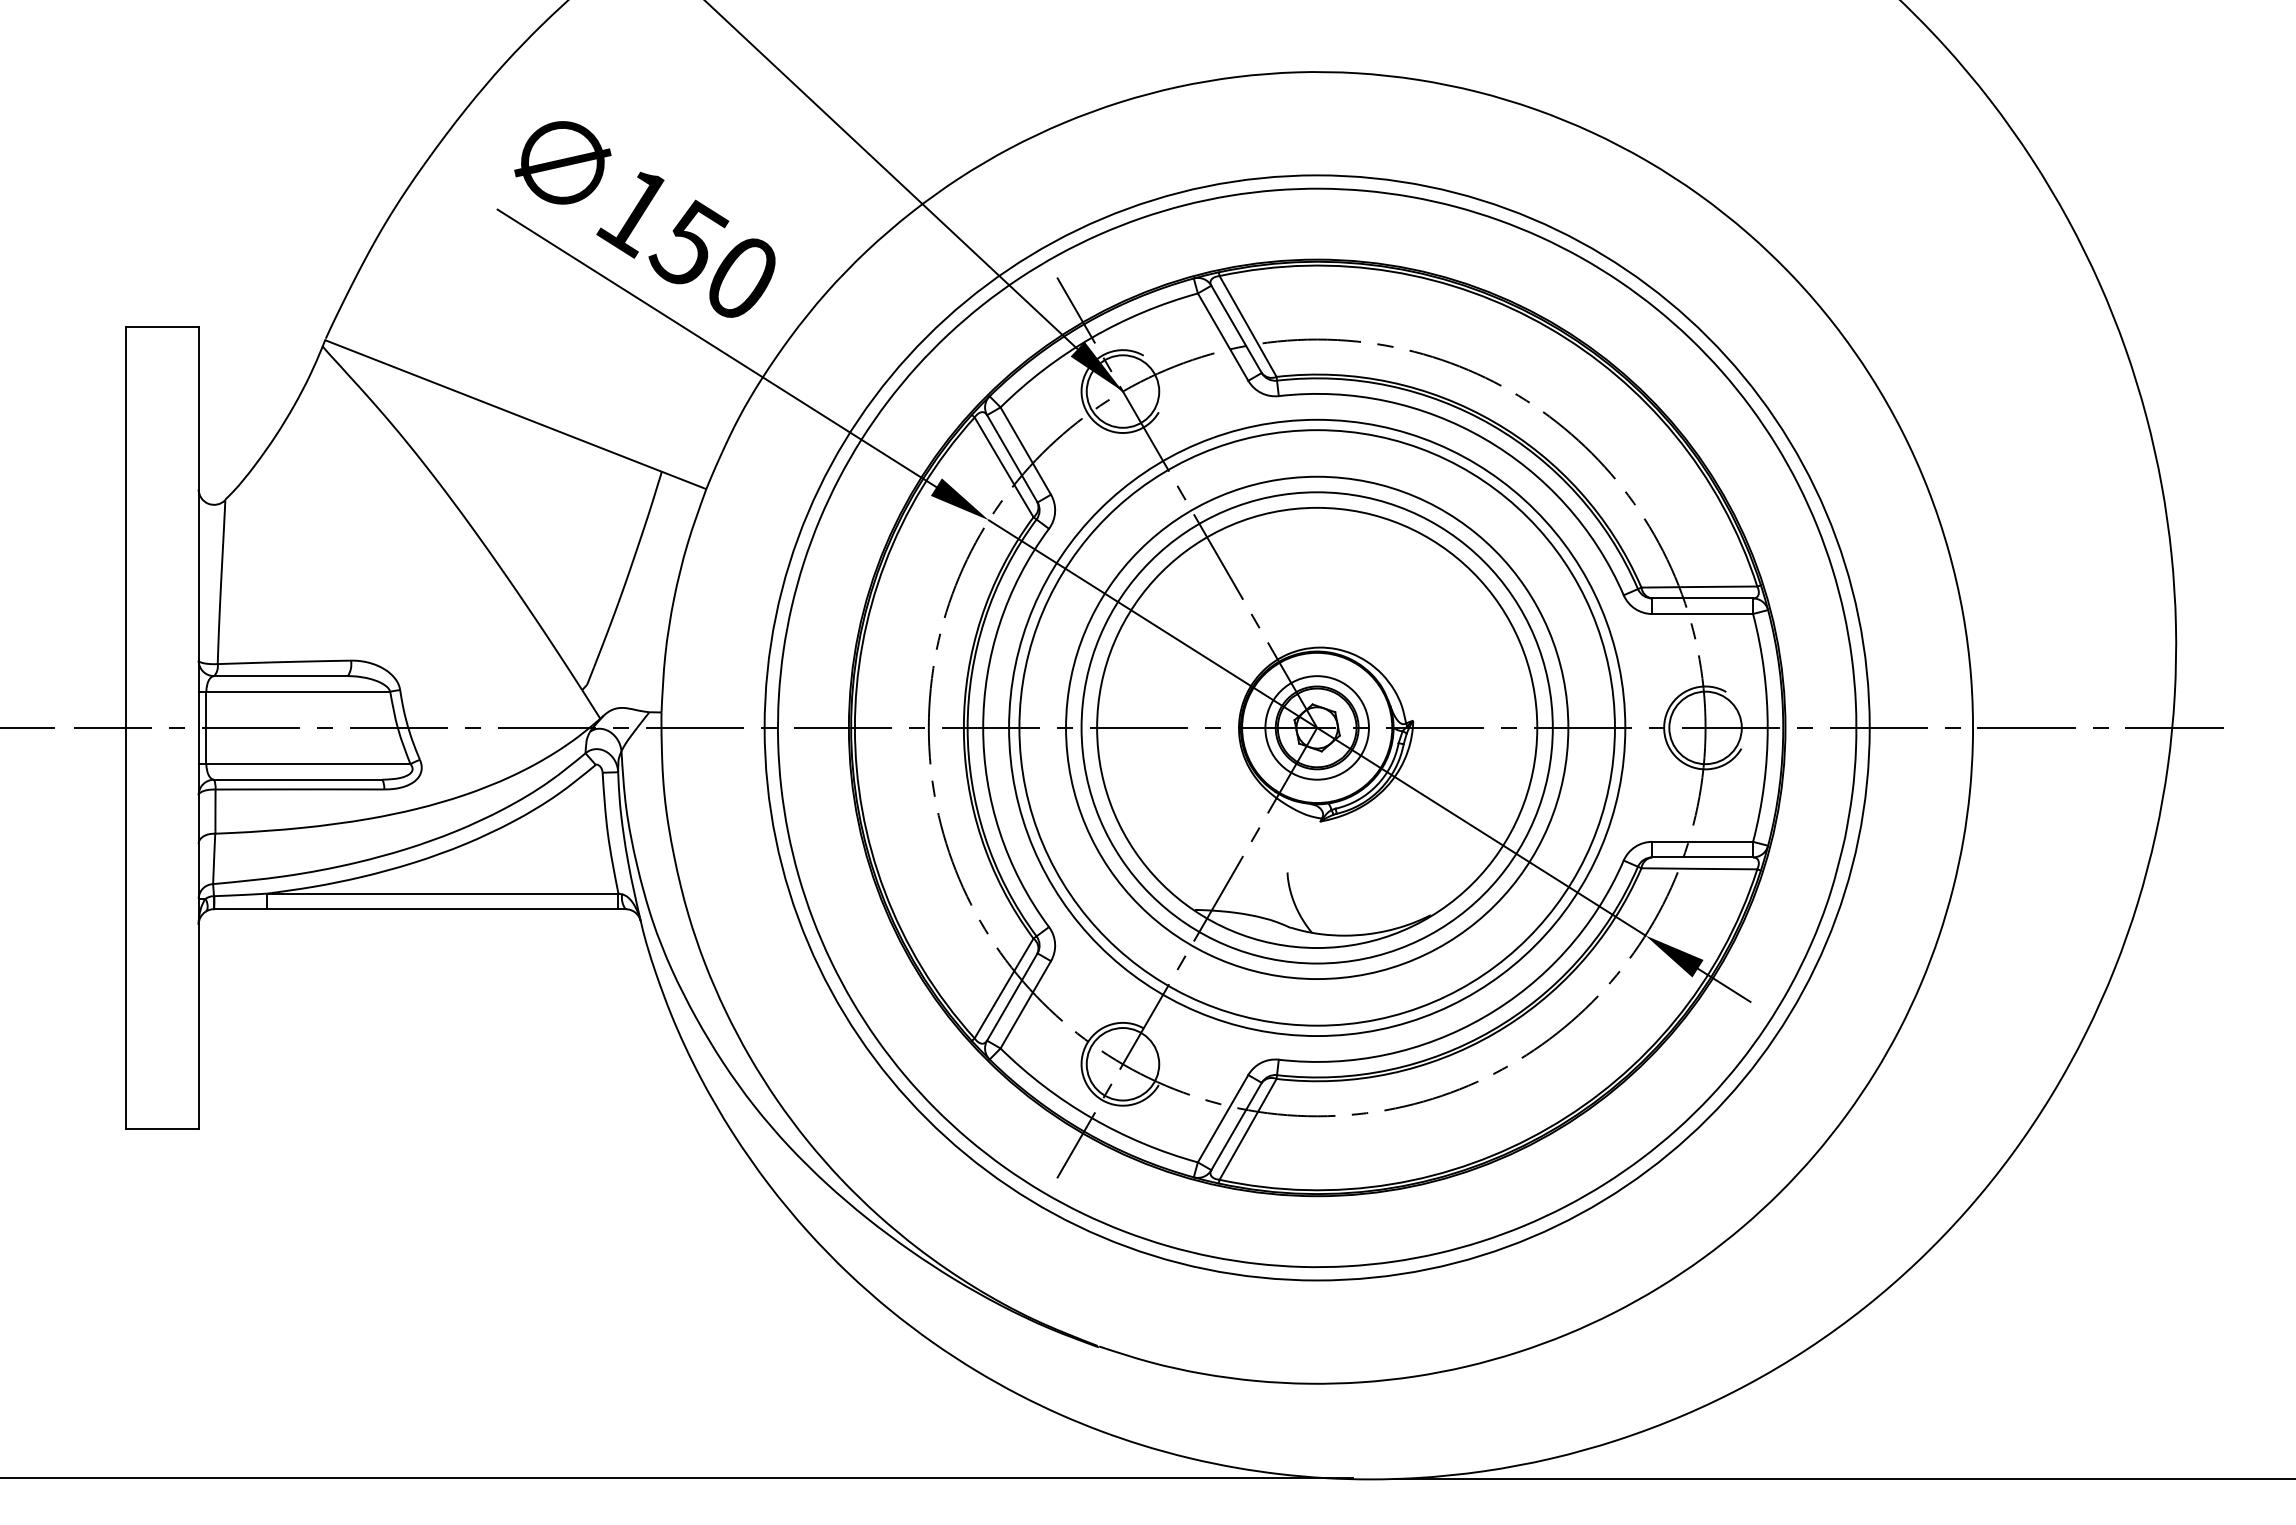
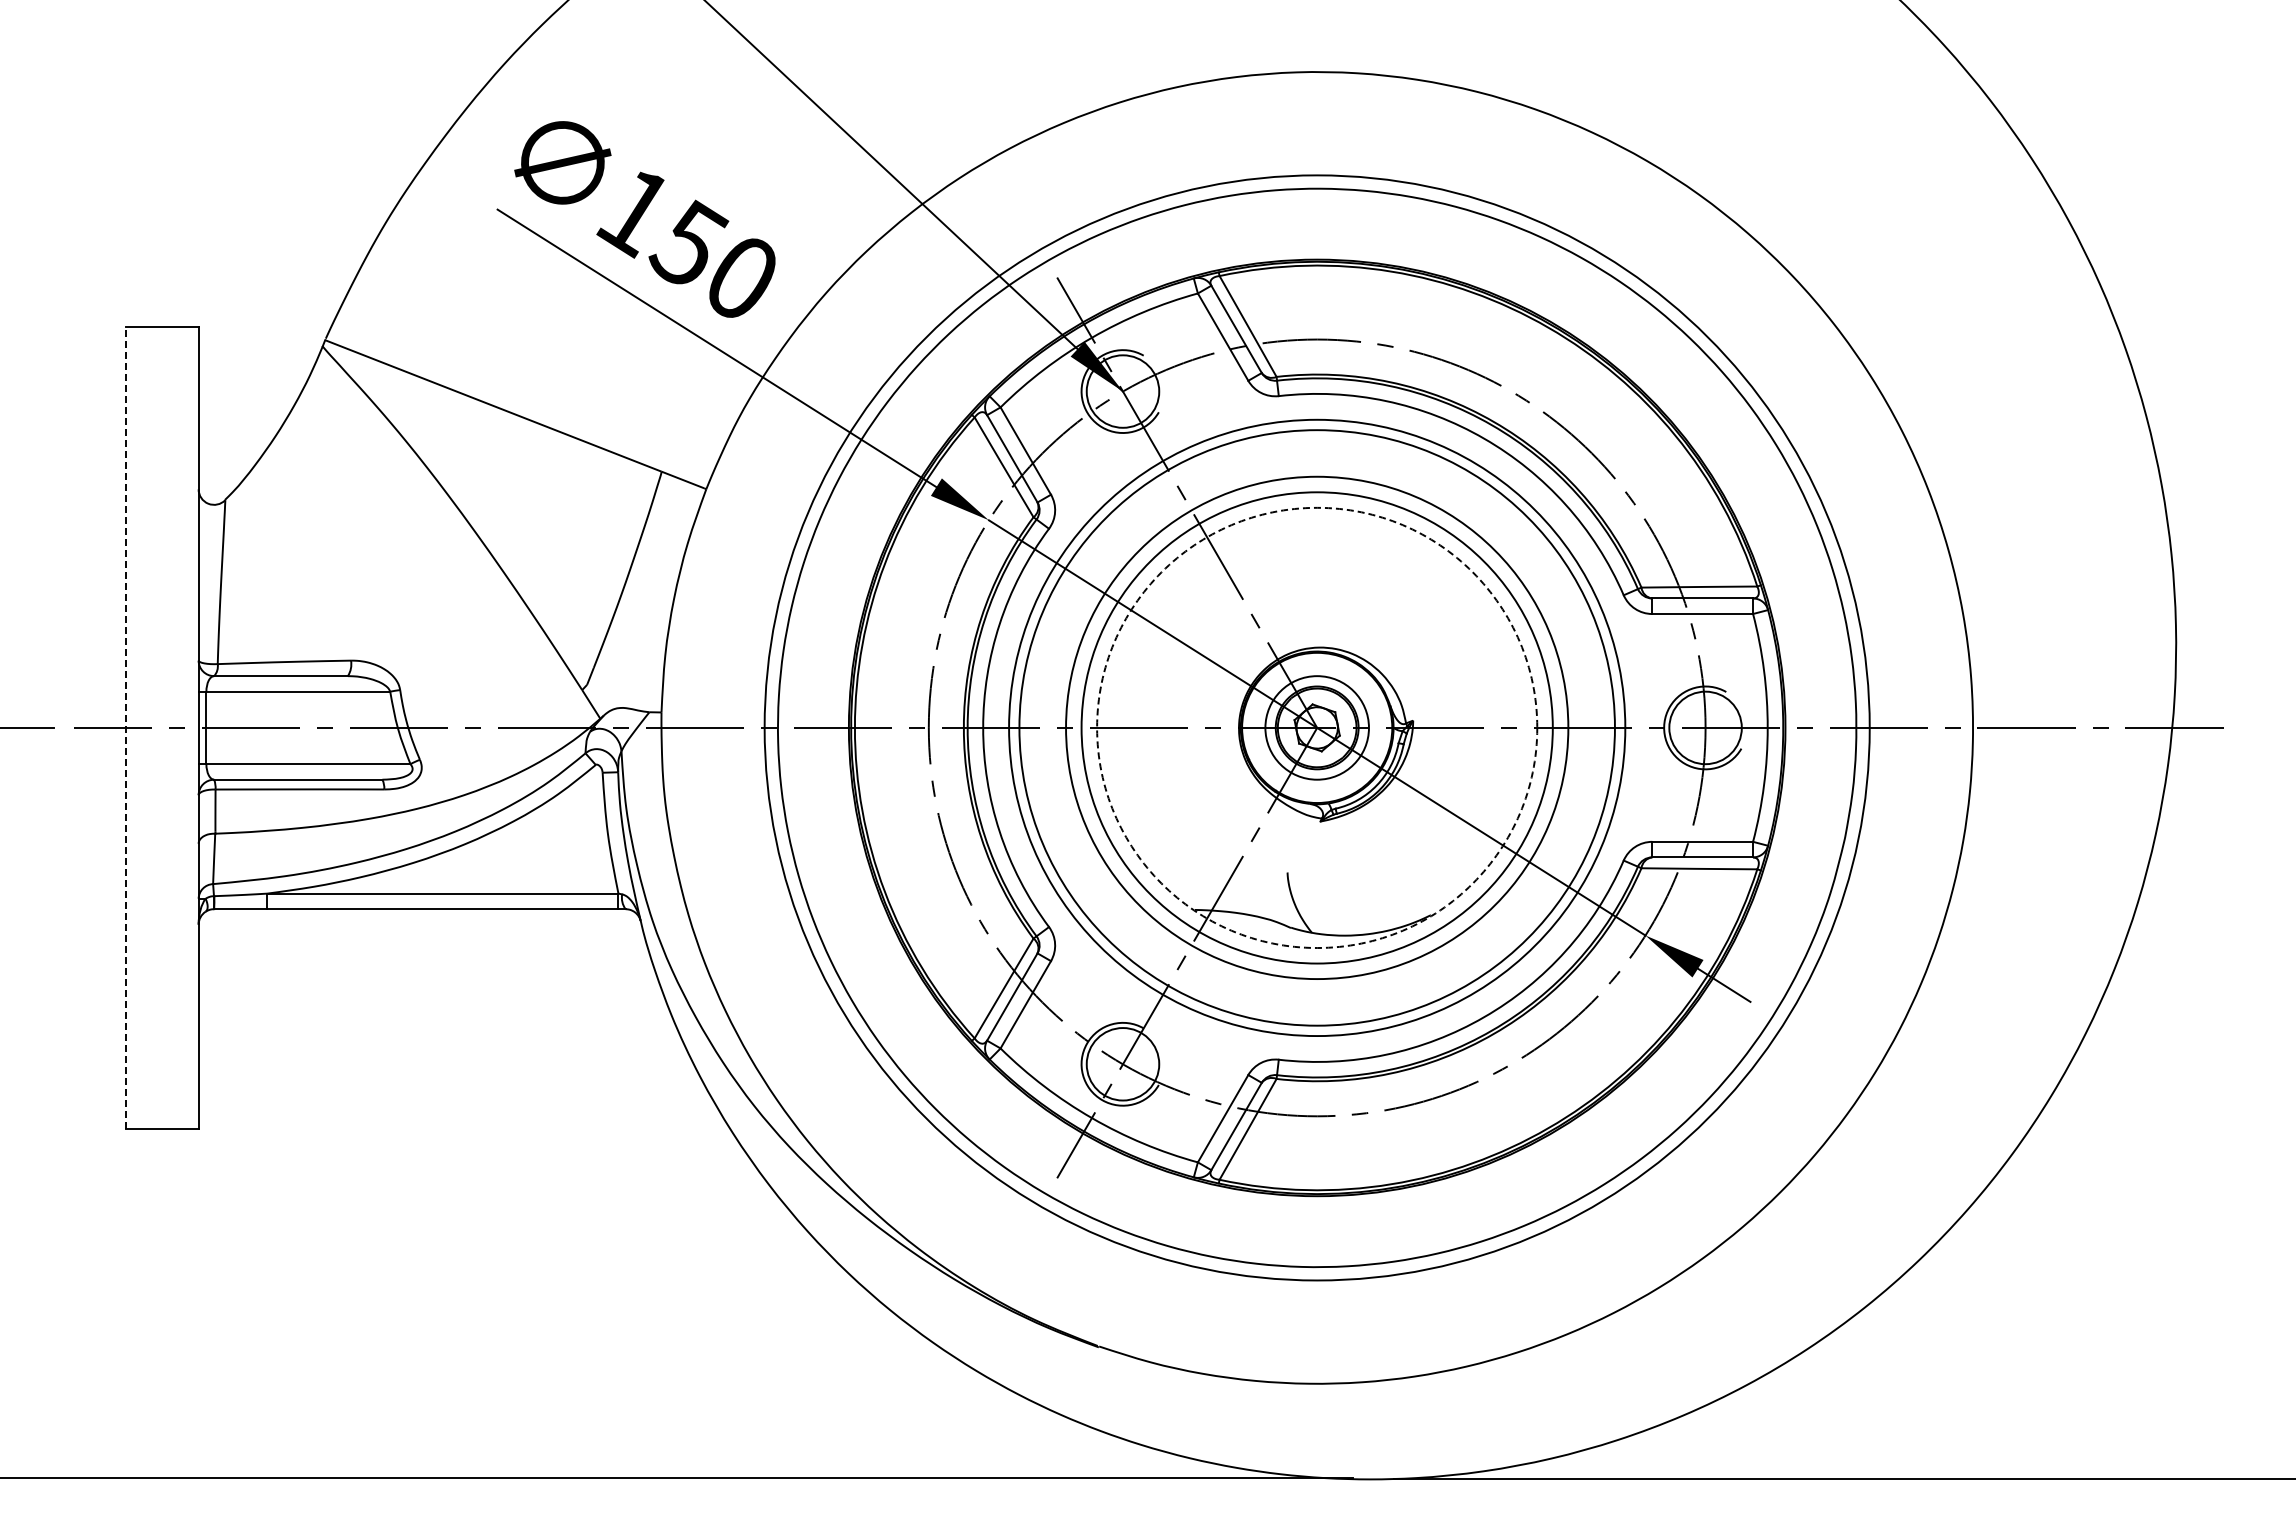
line at (126, 727): solid -> dashed
circle at (1317, 727): solid -> dashed
